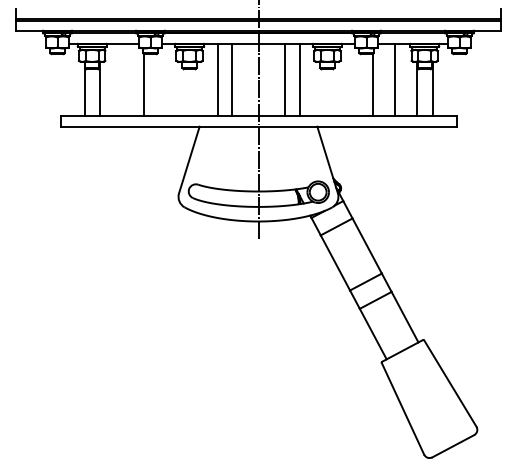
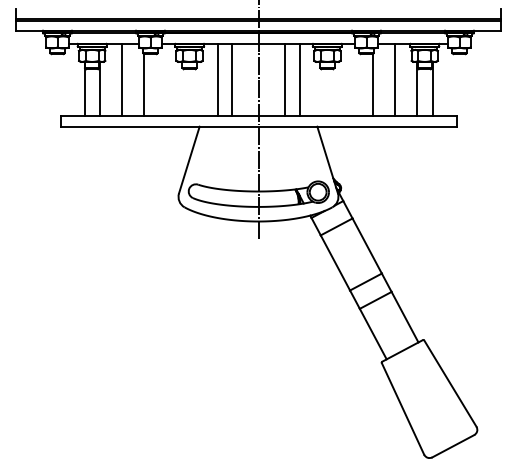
line at (122, 79): none -> present
